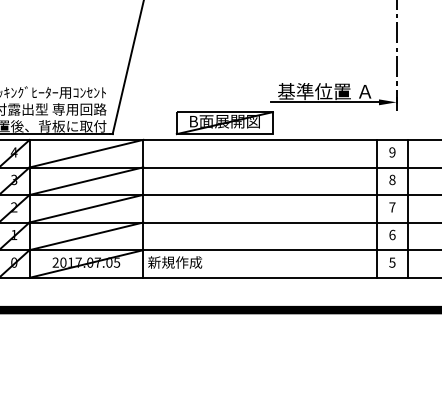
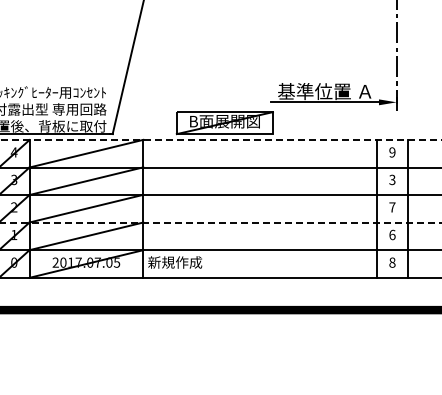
line at (221, 140): solid -> dashed
text at (392, 179): 8 -> 3
line at (220, 222): solid -> dashed
text at (392, 262): 5 -> 8
